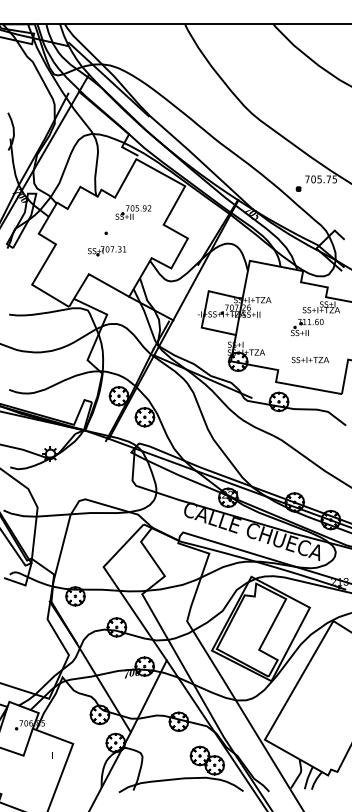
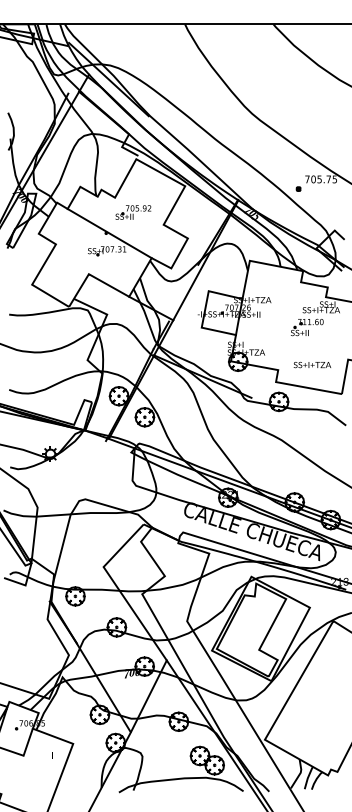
line at (109, 233): none -> present
text at (310, 360) position: (310, 360) -> (312, 365)
